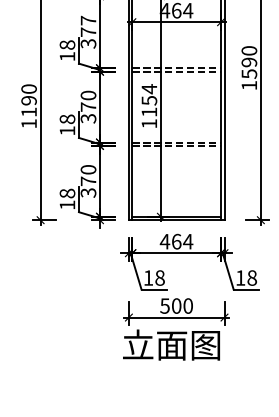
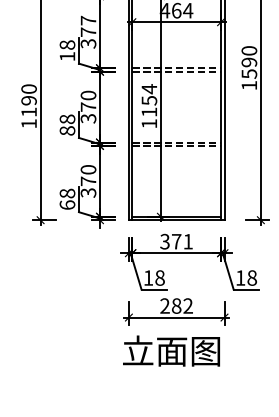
text at (67, 130): 18 -> 88
text at (67, 204): 18 -> 68
text at (176, 241): 464 -> 371
text at (176, 305): 500 -> 282
text at (171, 344) position: (171, 344) -> (171, 350)
